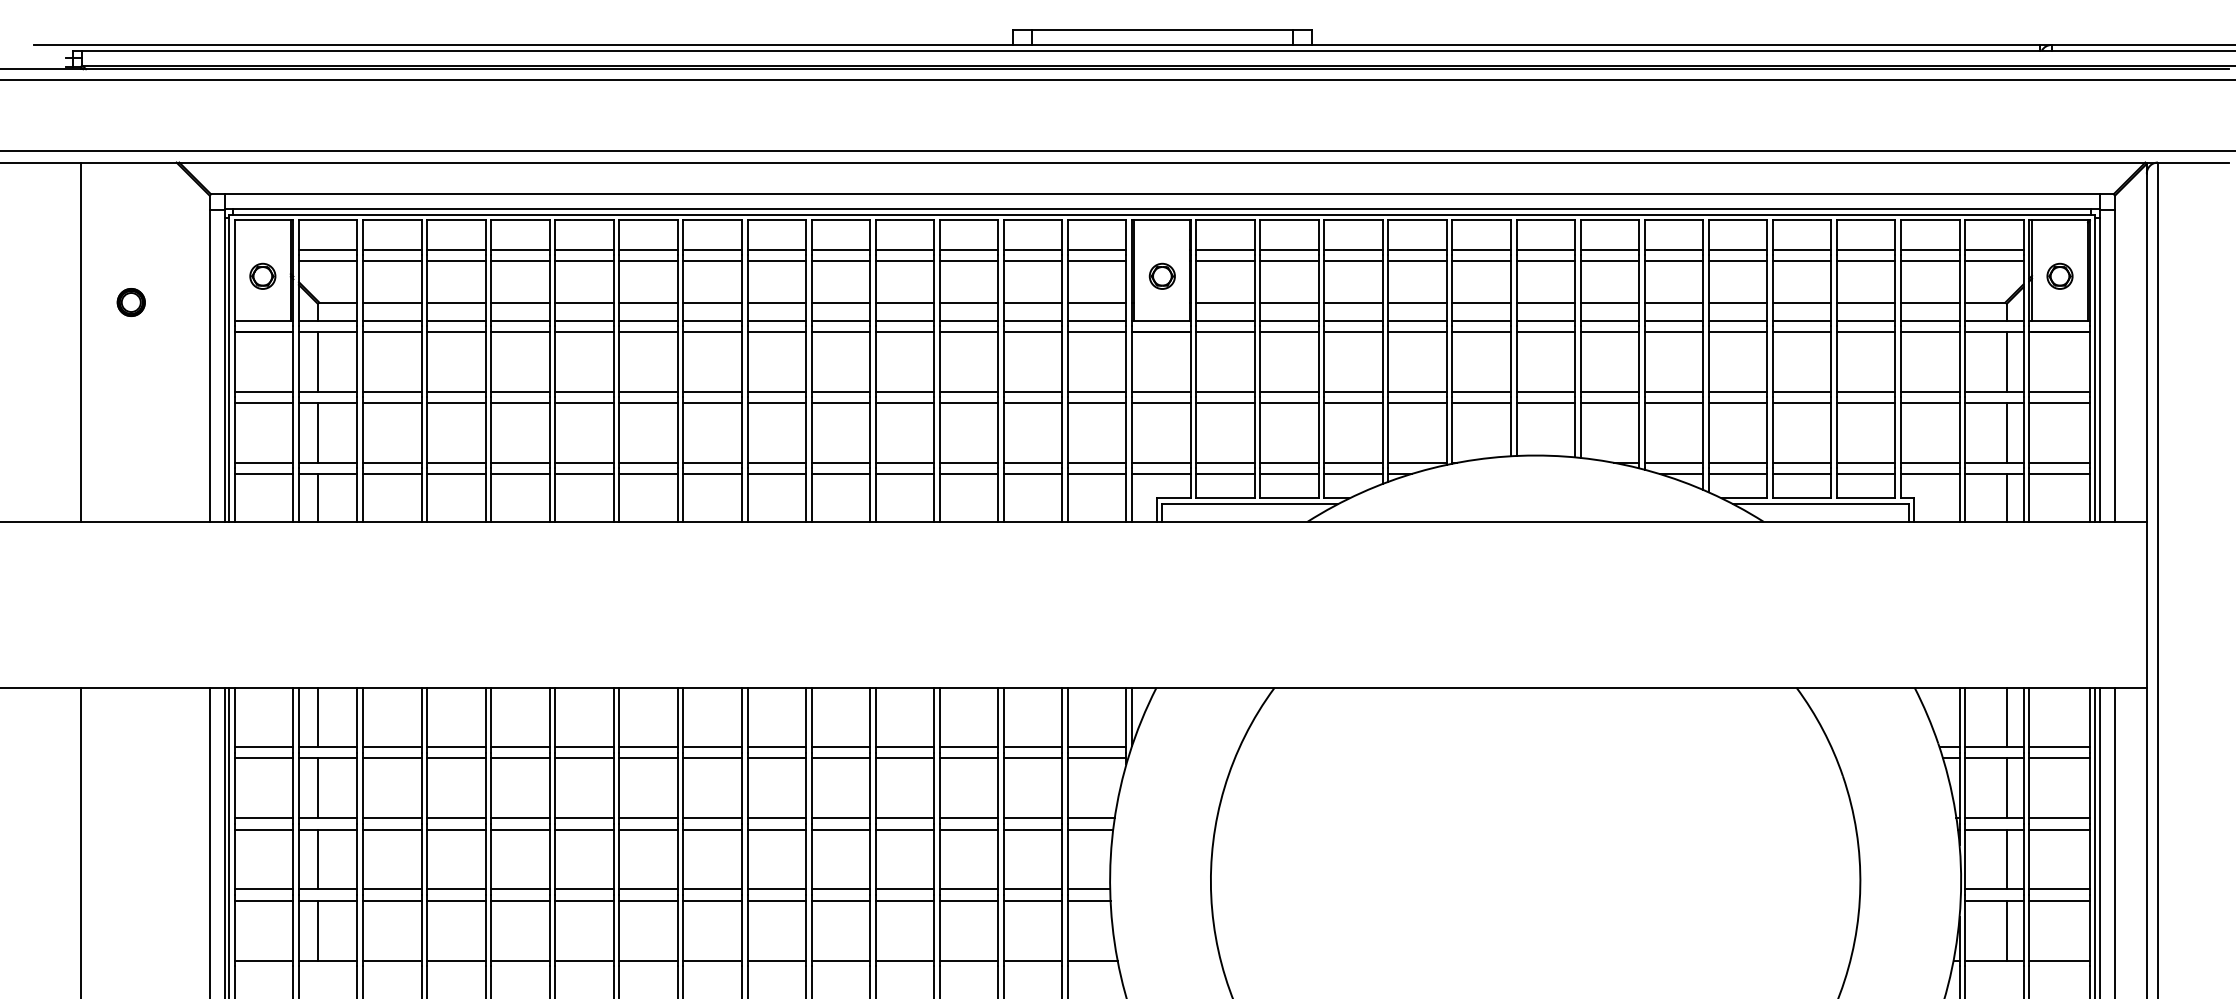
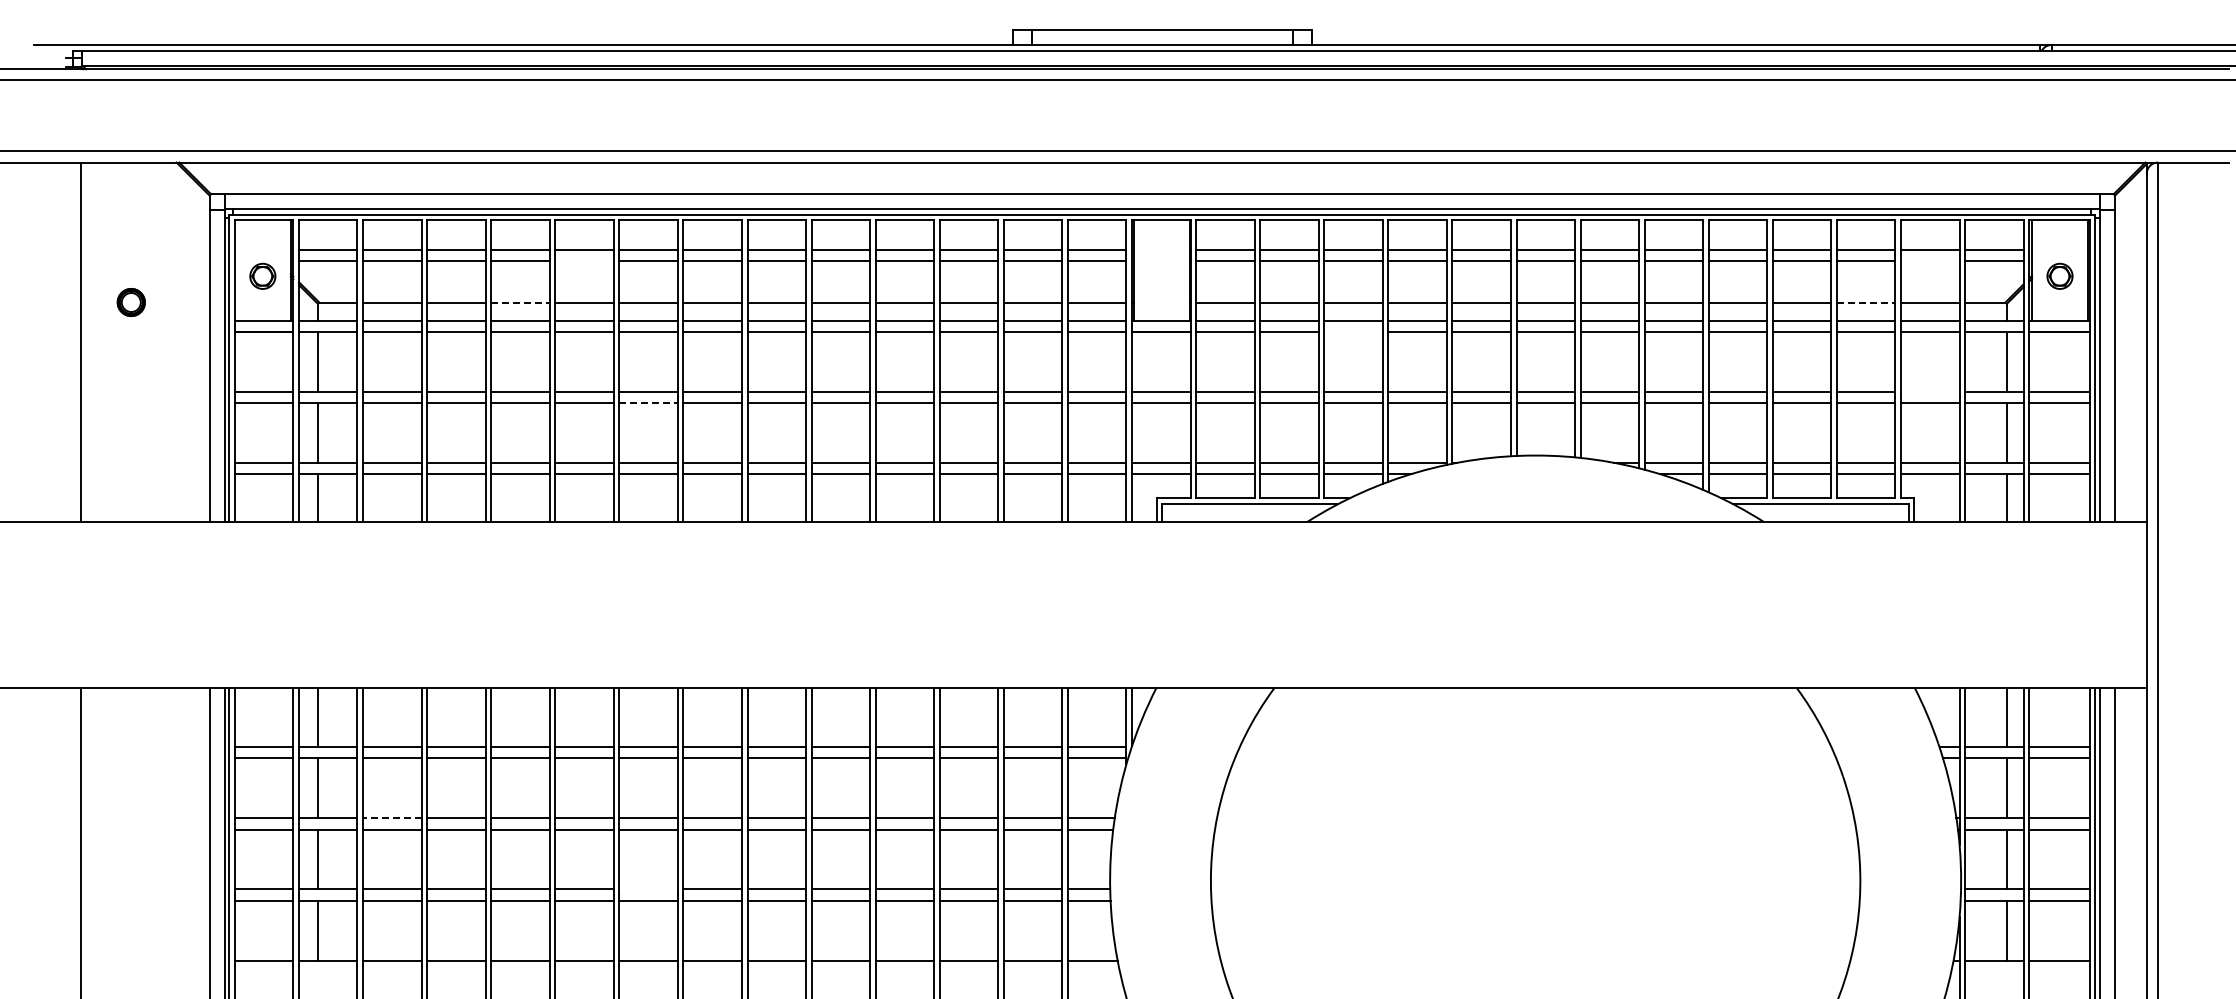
line at (584, 260): present -> none
line at (1930, 260): present -> none
part at (1161, 275): present -> none
line at (520, 302): solid -> dashed
line at (1866, 302): solid -> dashed
line at (1353, 331): present -> none
line at (1930, 391): present -> none
line at (649, 402): solid -> dashed
line at (391, 818): solid -> dashed
line at (648, 889): present -> none
